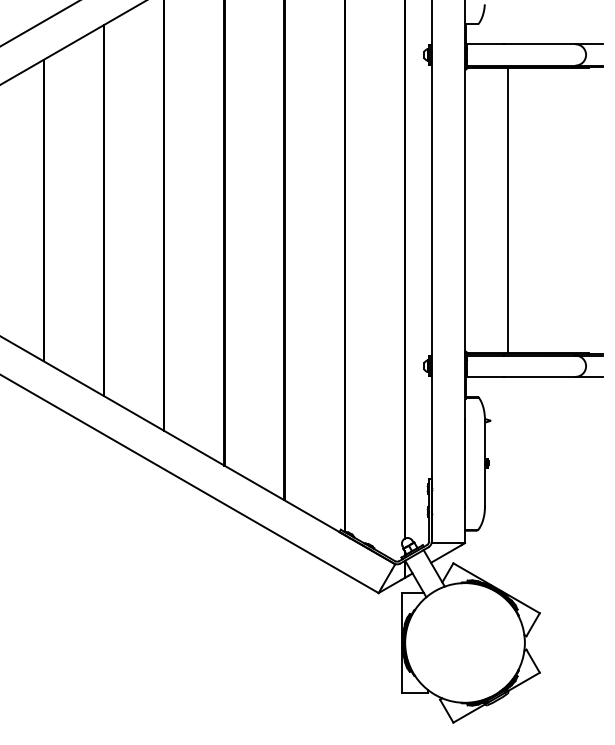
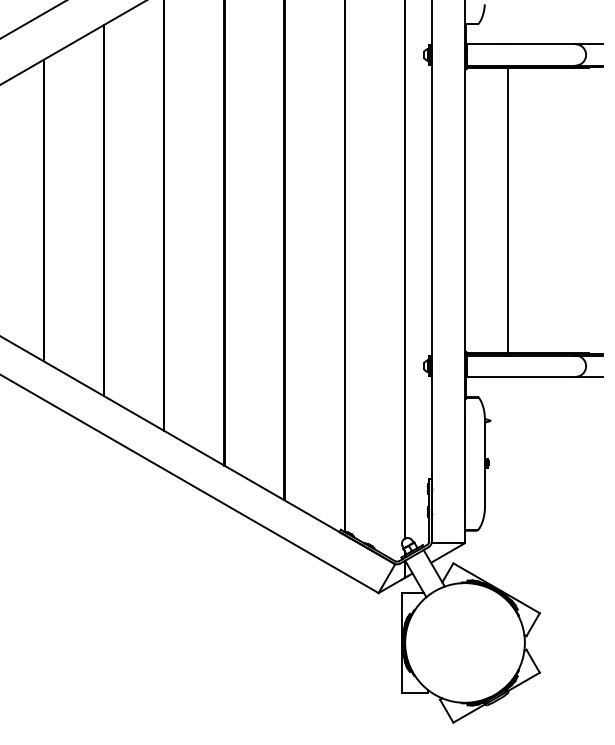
line at (39, 23) position: (39, 23) -> (32, 19)
